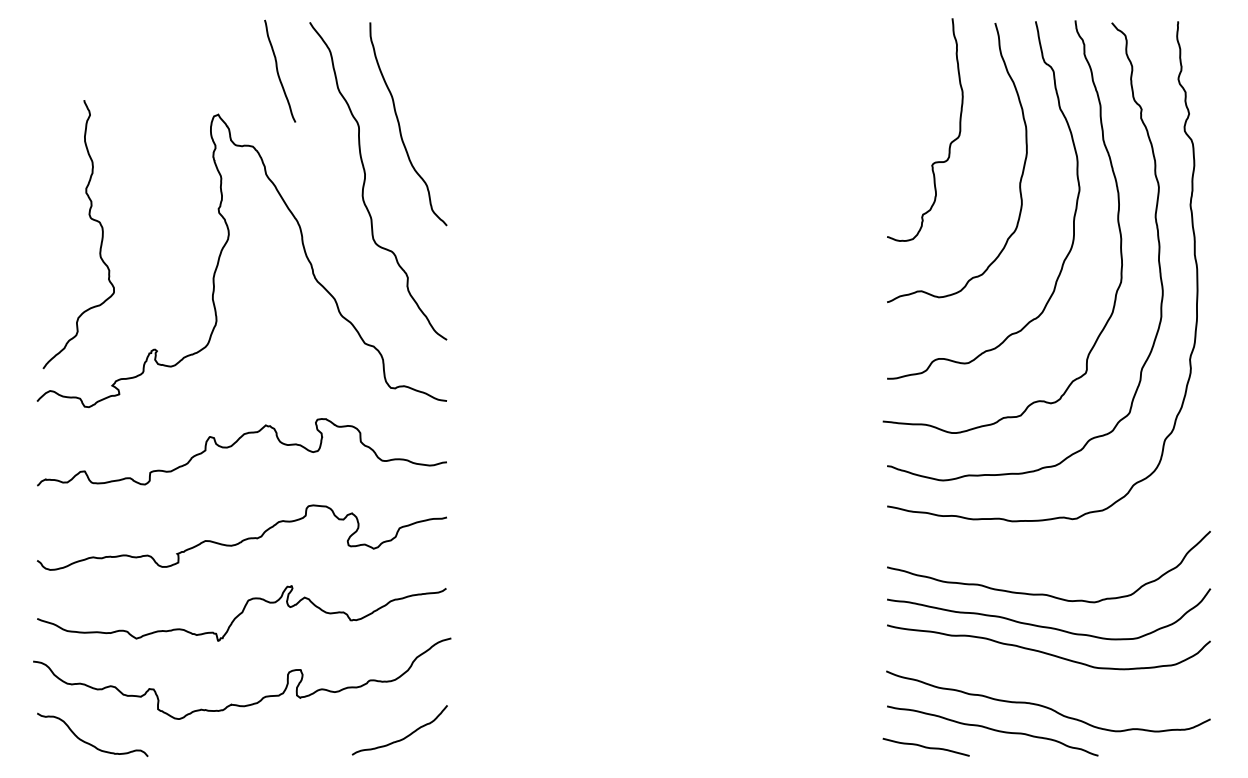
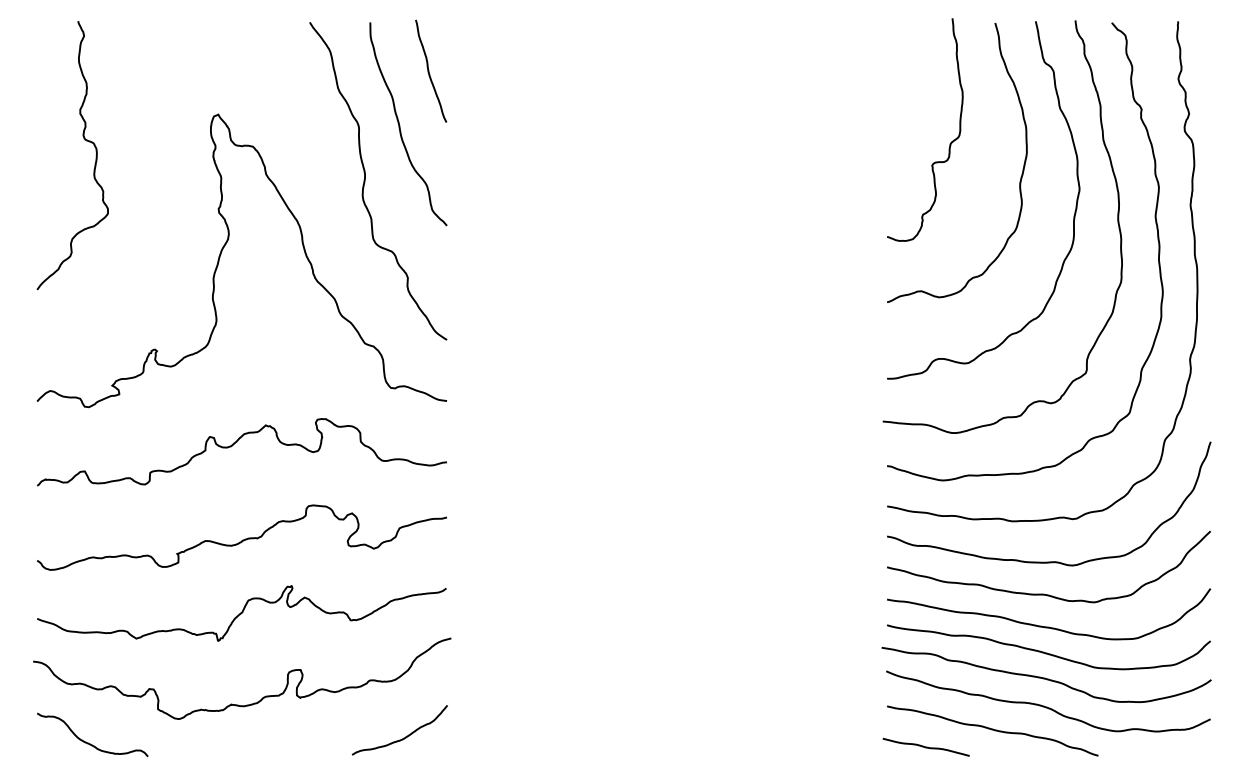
curve at (278, 70) position: (278, 70) -> (429, 70)
curve at (92, 220) position: (92, 220) -> (86, 141)
curve at (1049, 561): none -> present
curve at (1045, 677): none -> present
